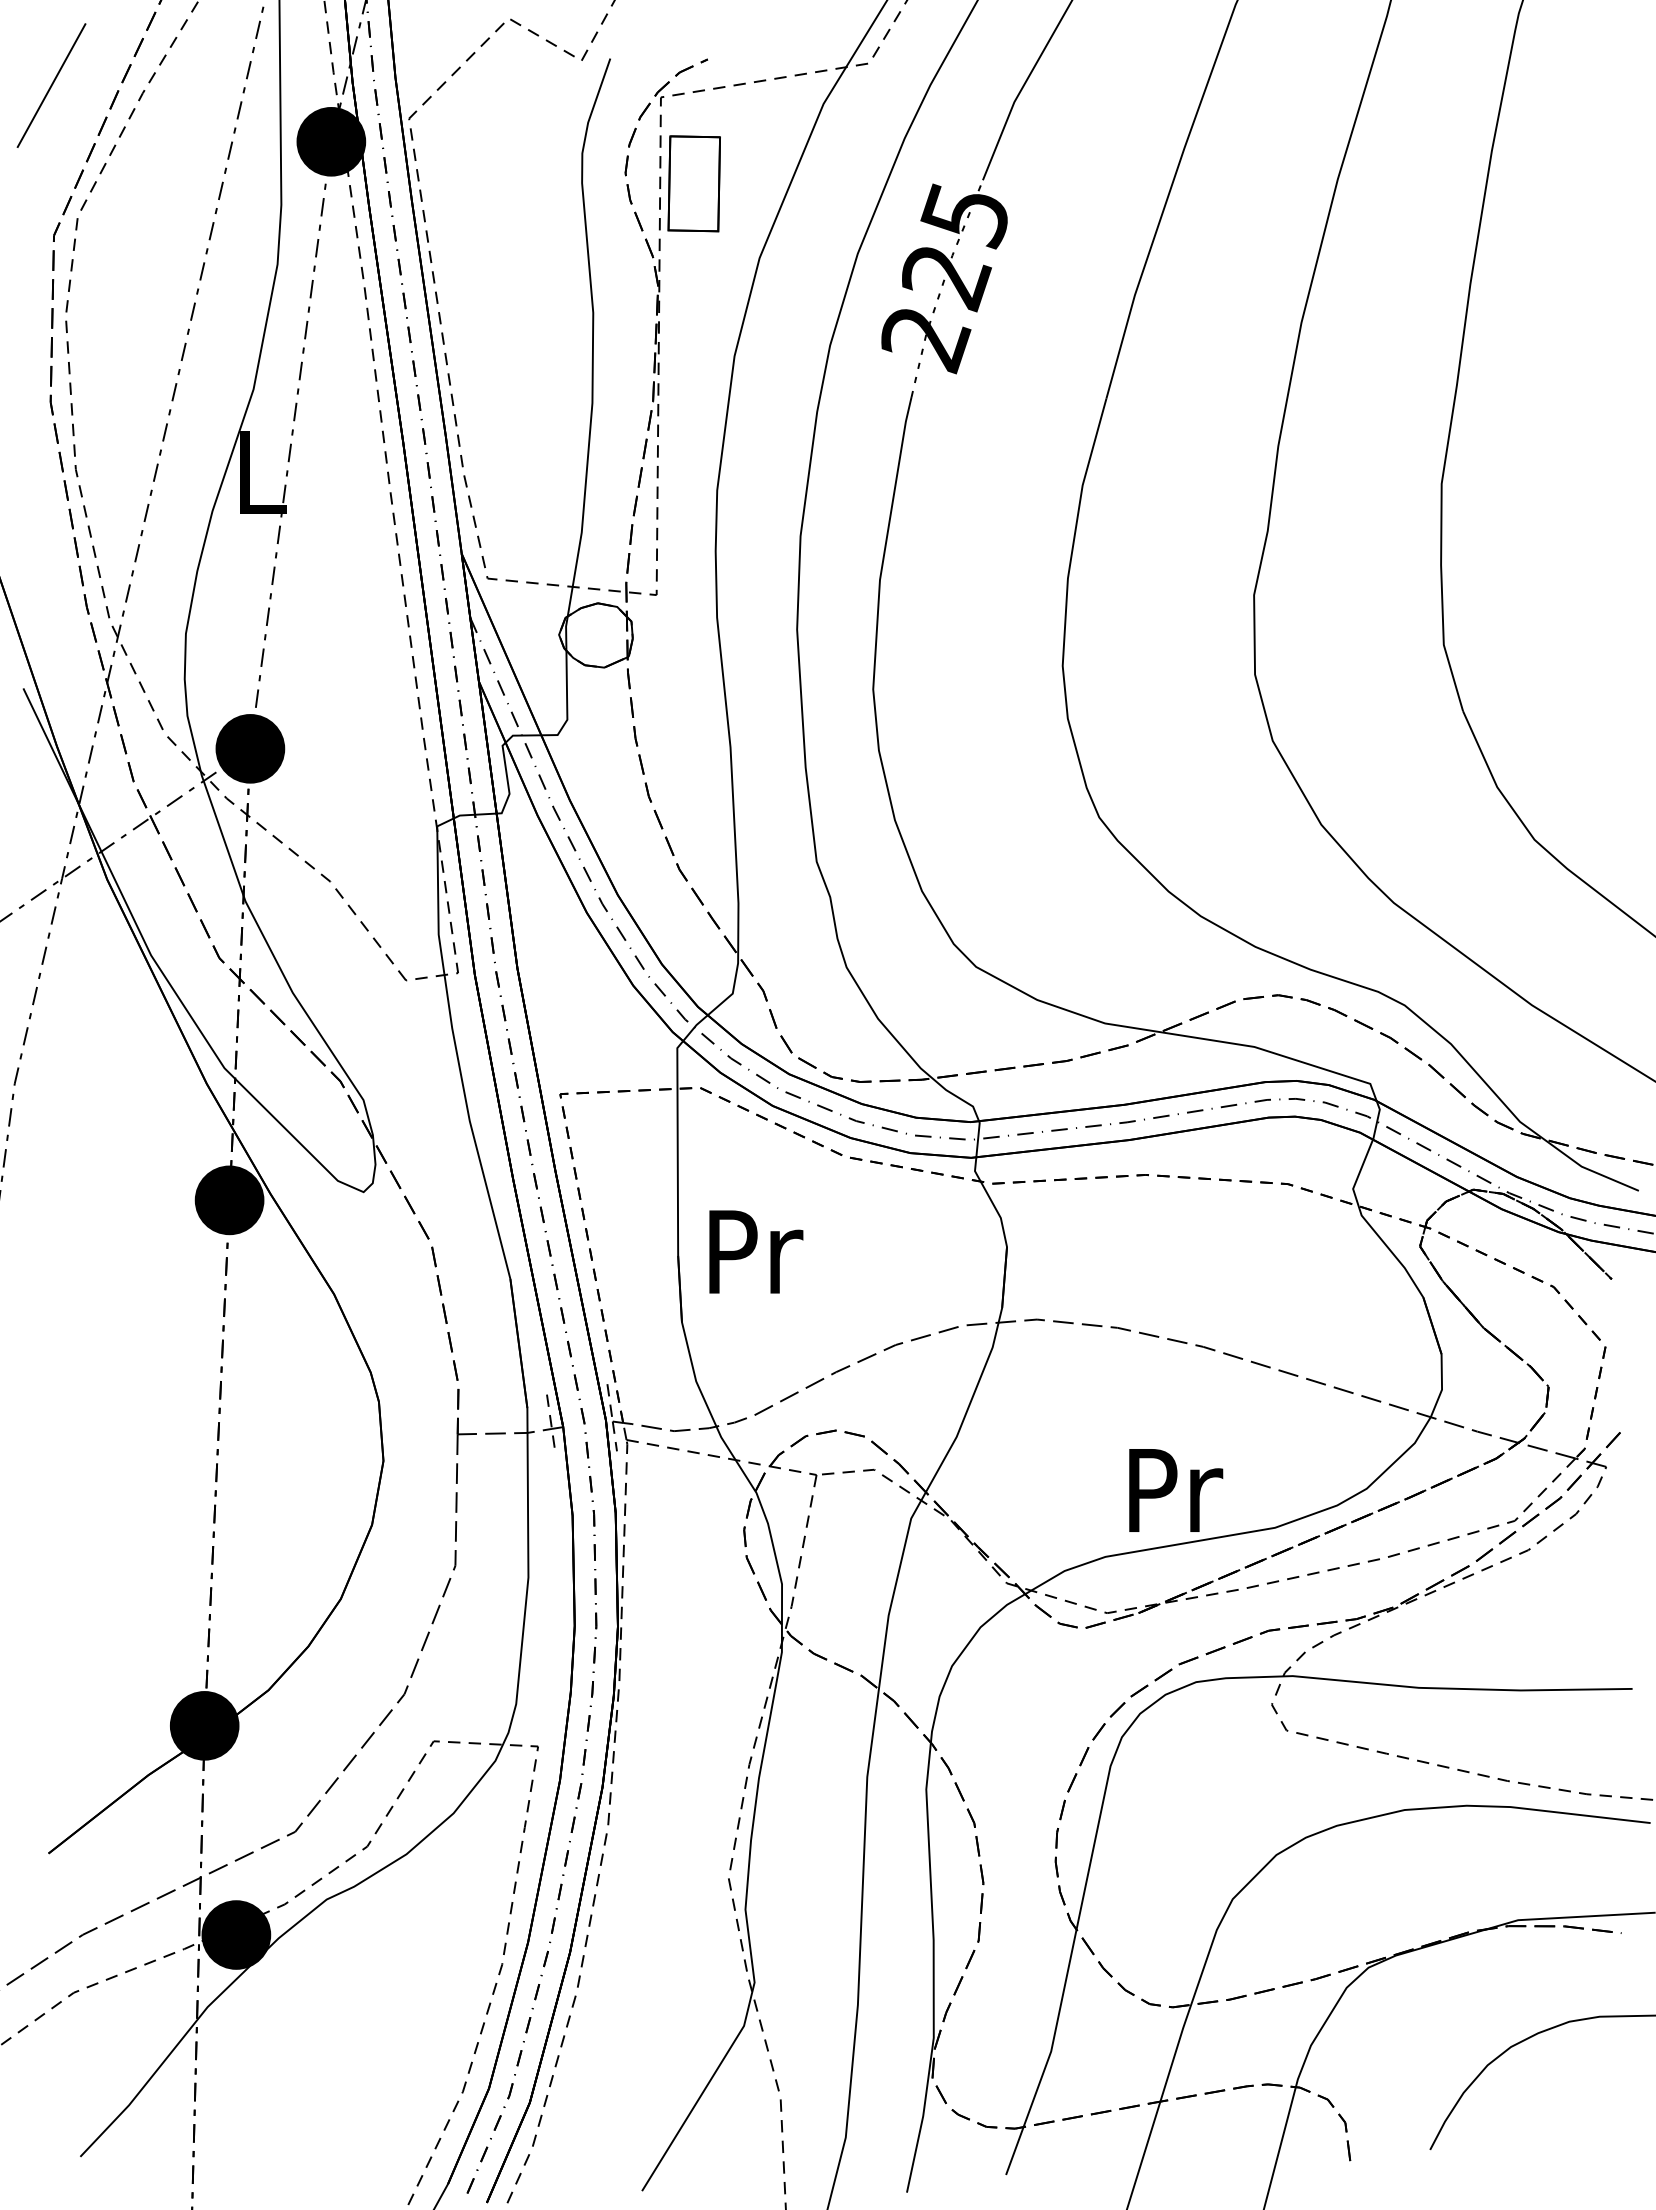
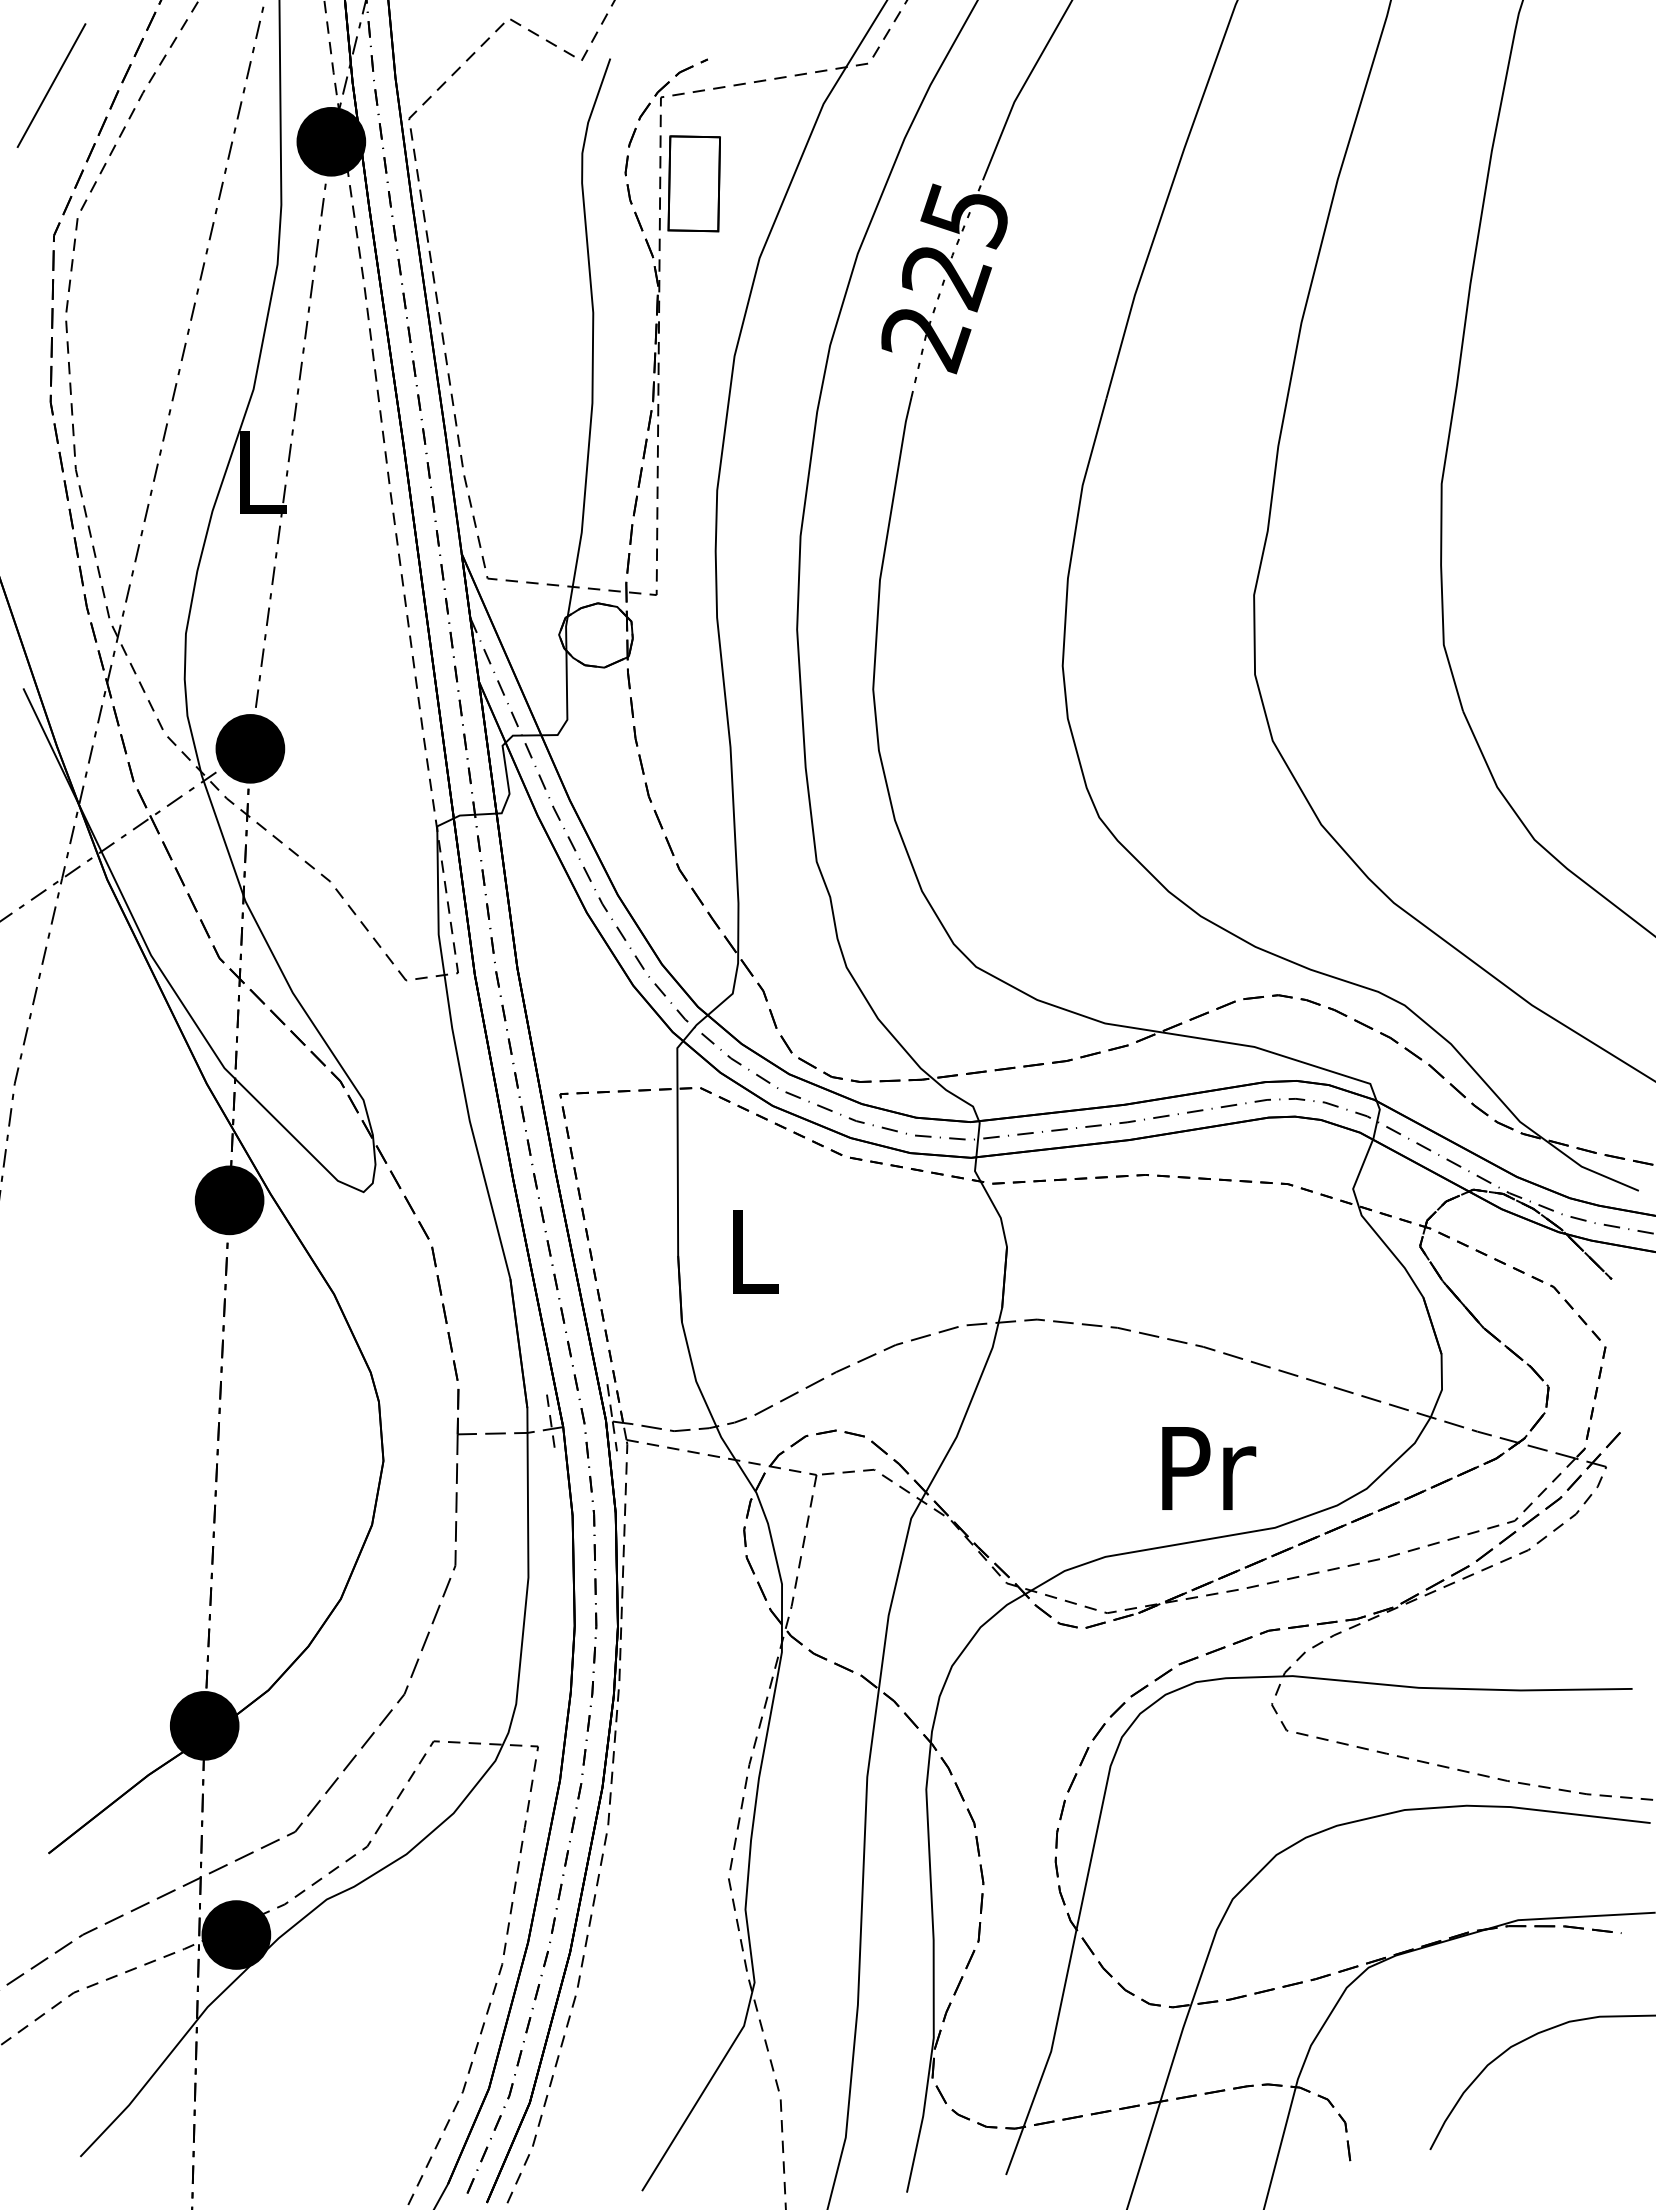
text at (756, 1251): Pr -> L
text at (1176, 1490) position: (1176, 1490) -> (1209, 1468)
